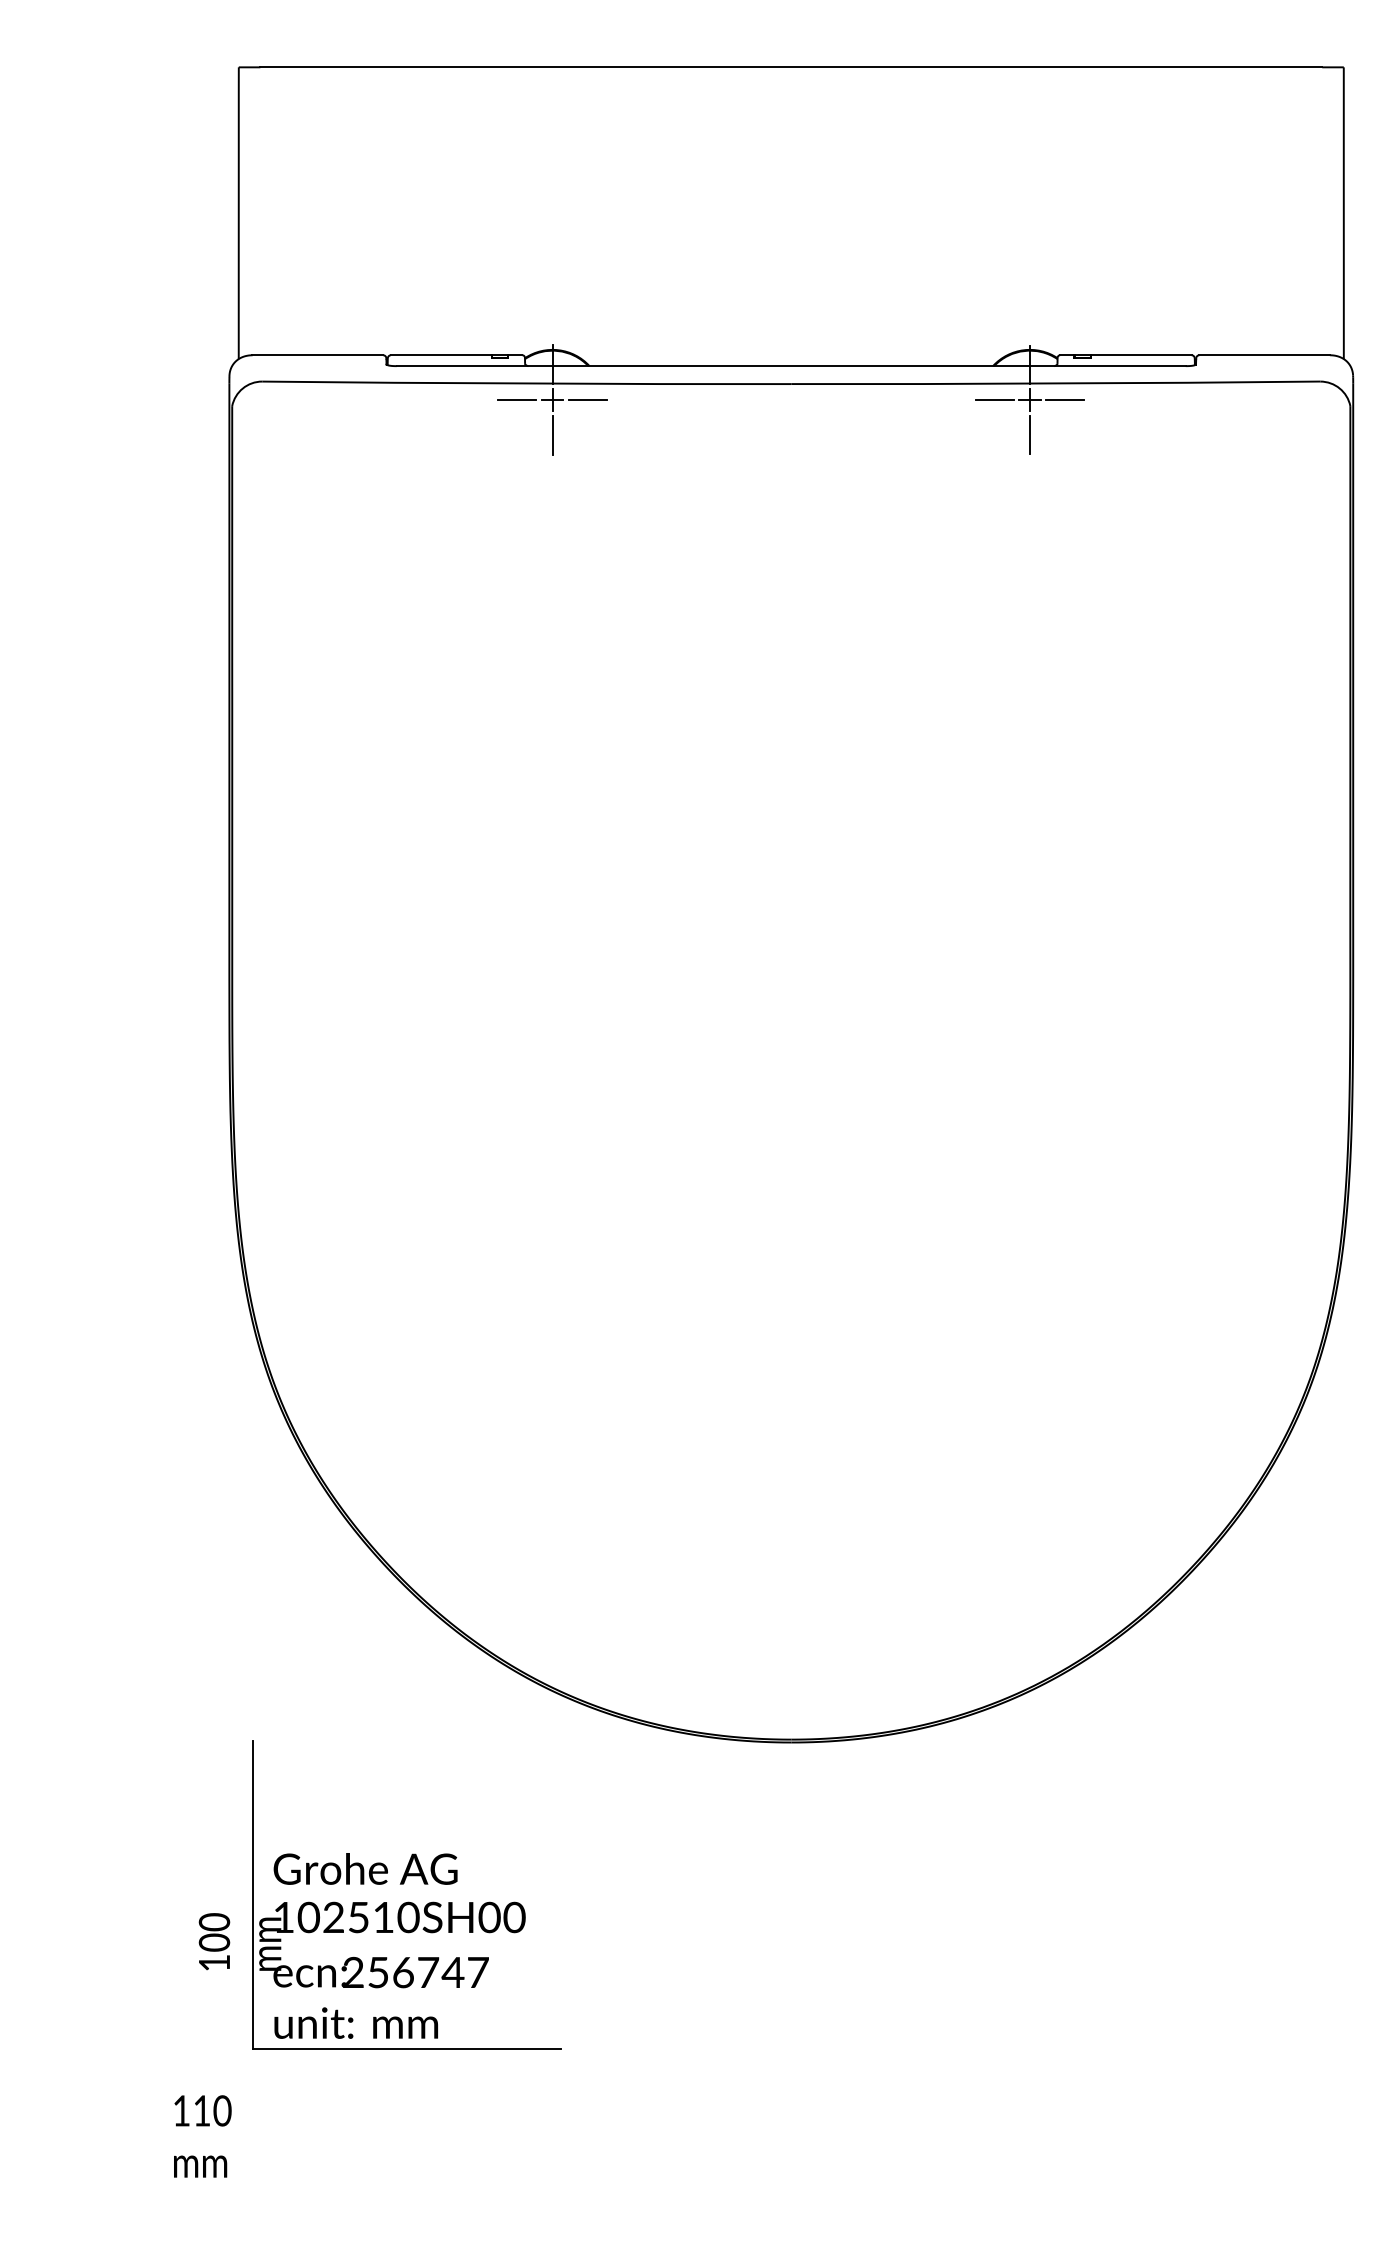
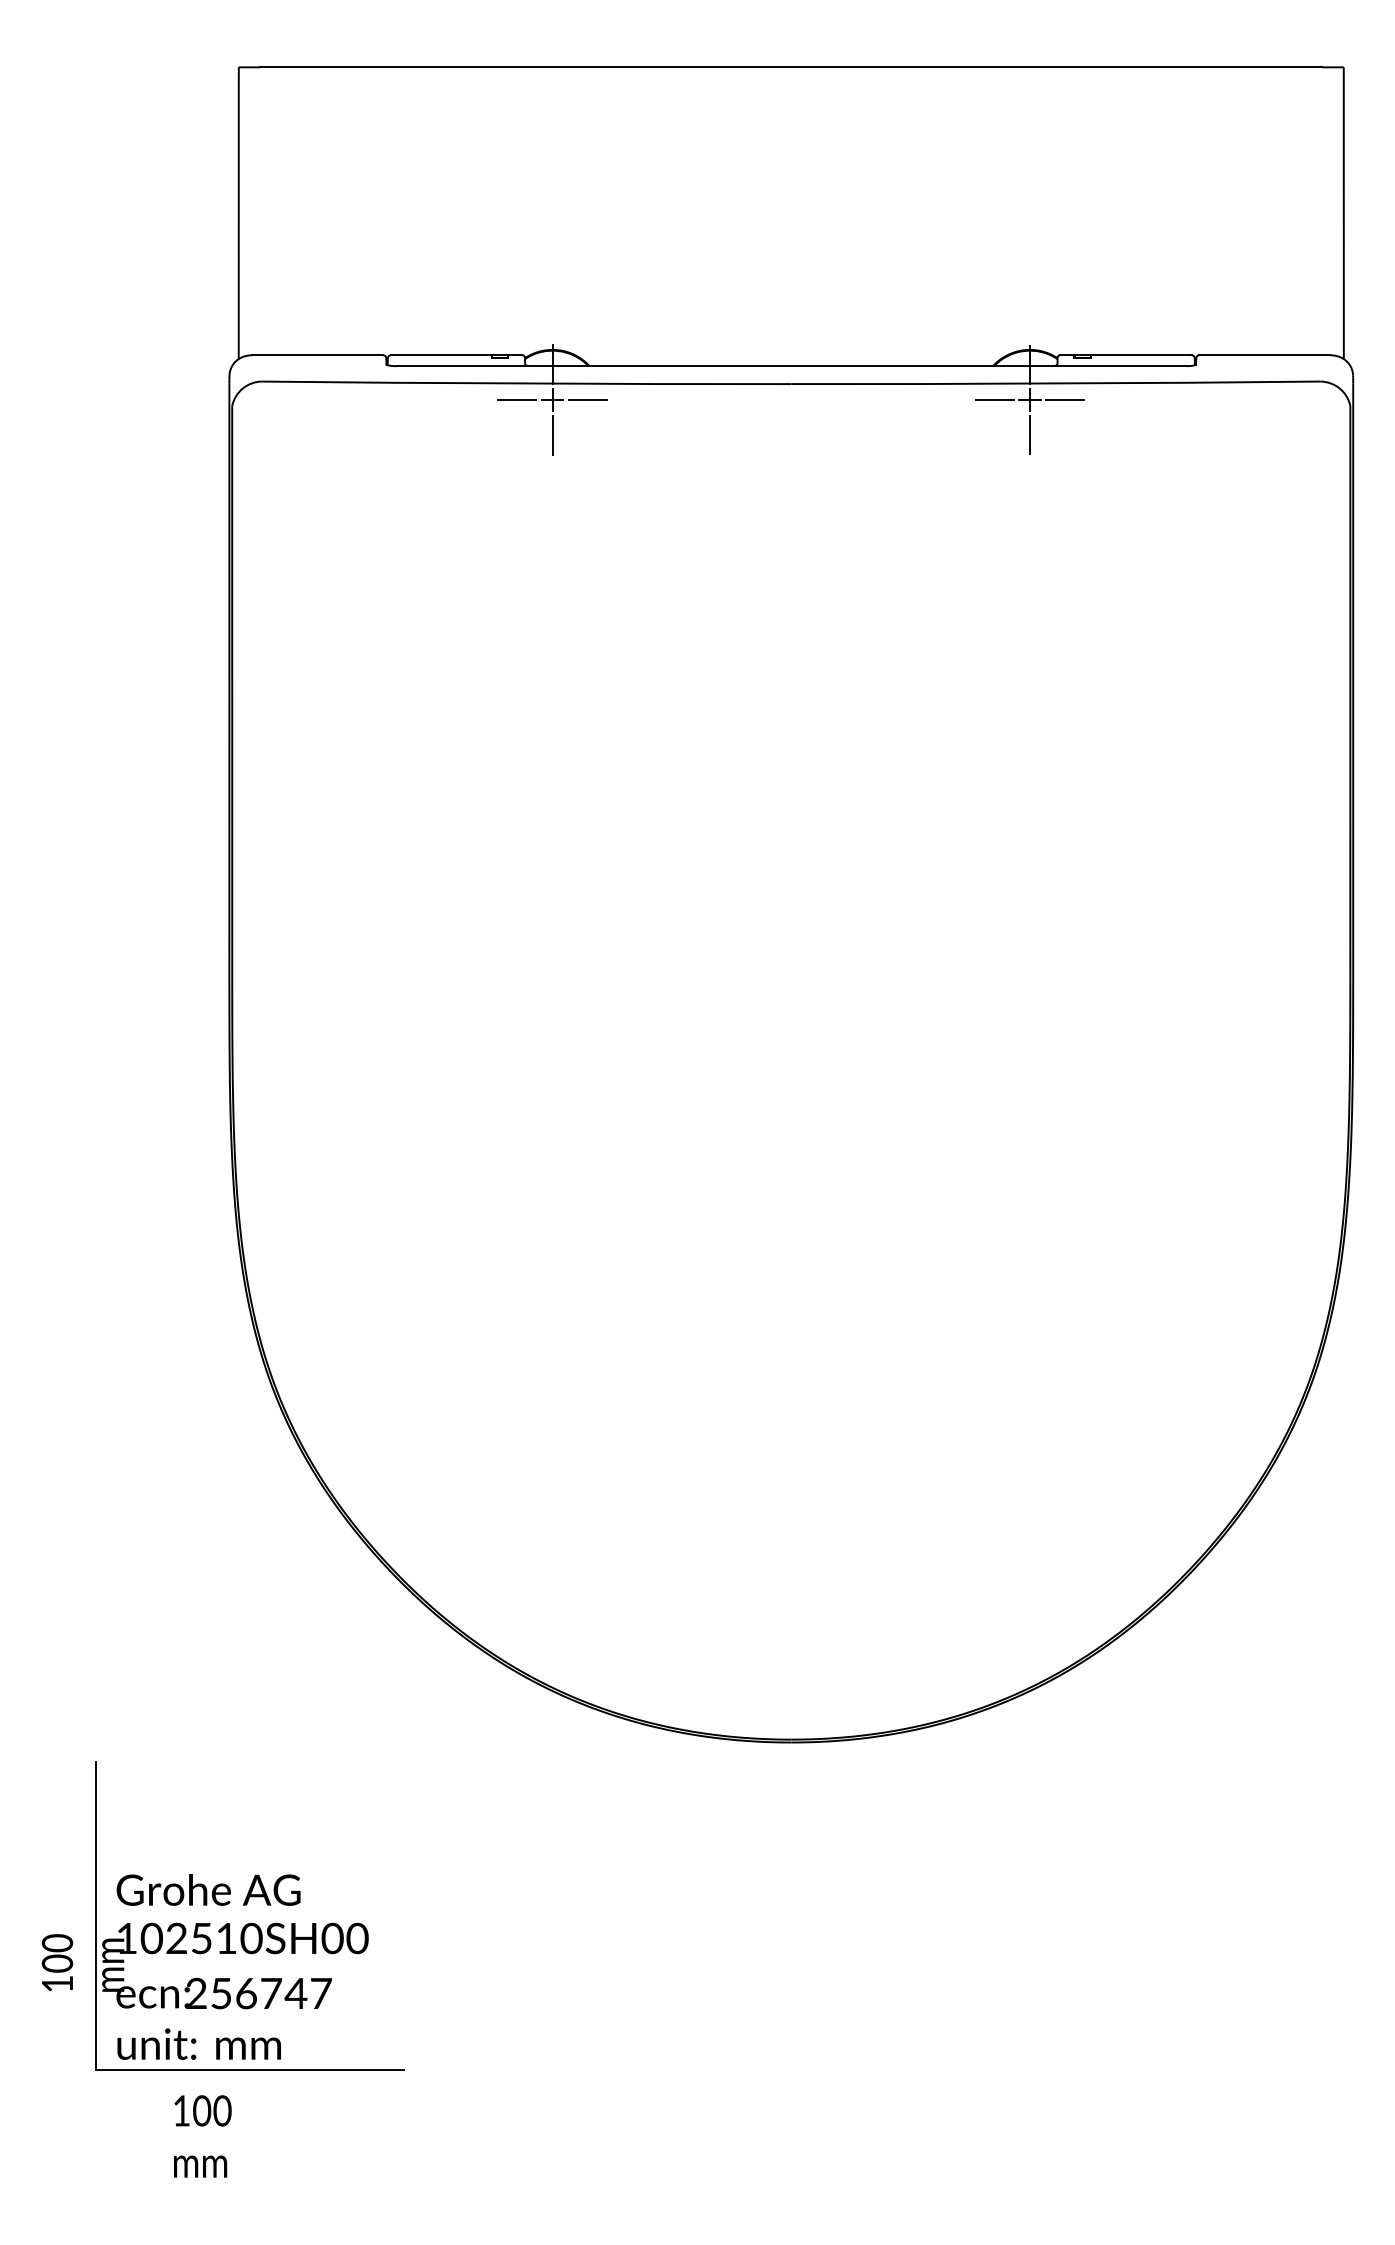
part at (383, 1902) position: (383, 1902) -> (226, 1923)
text at (202, 2110): 110 -> 100
